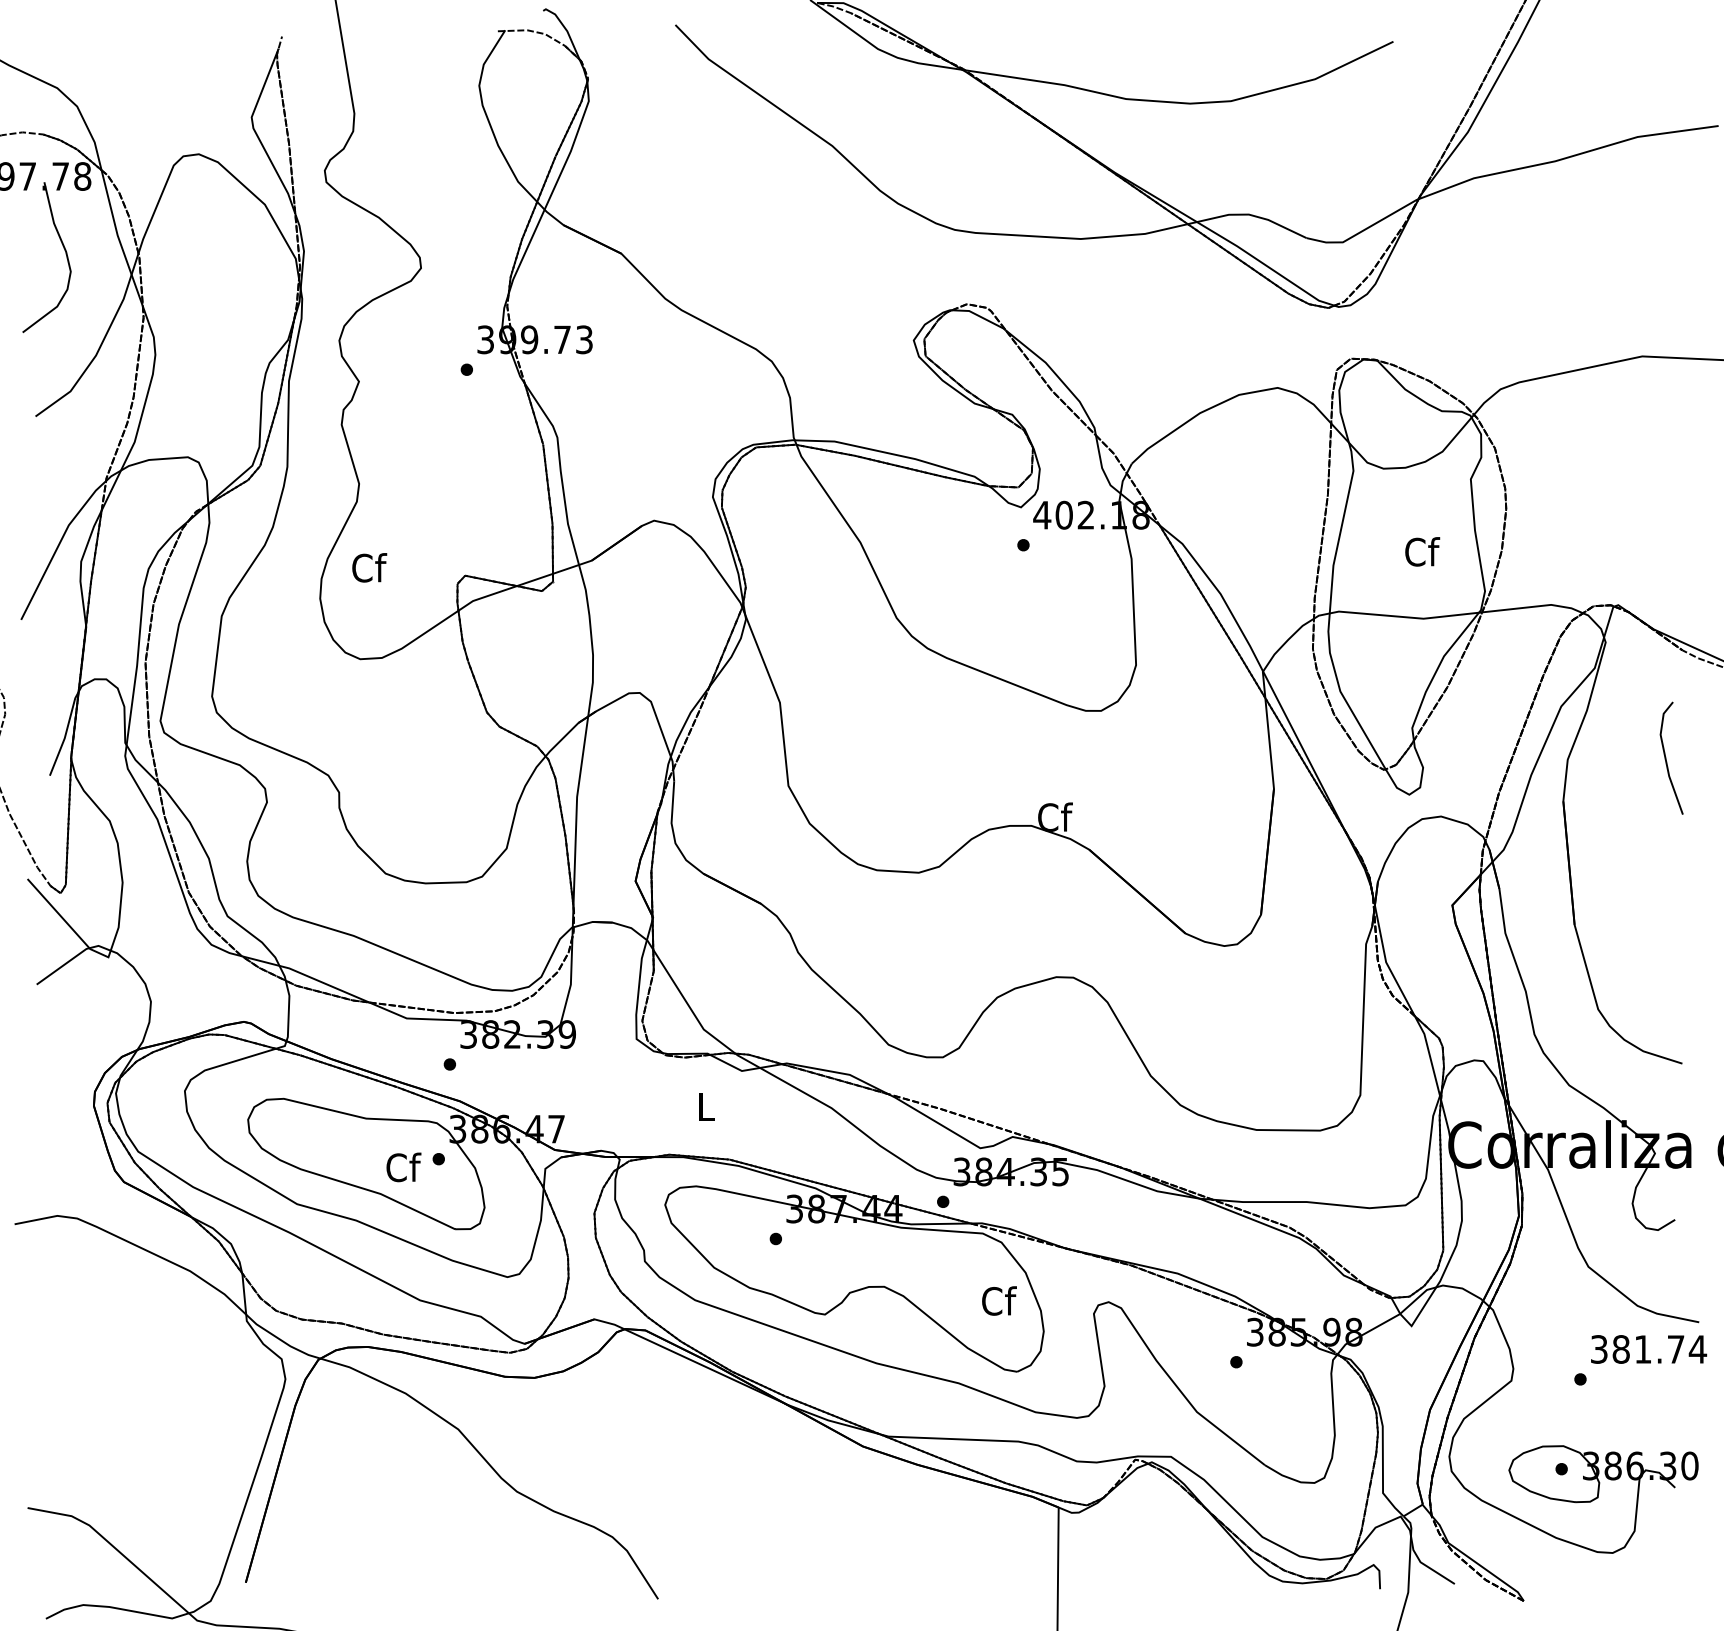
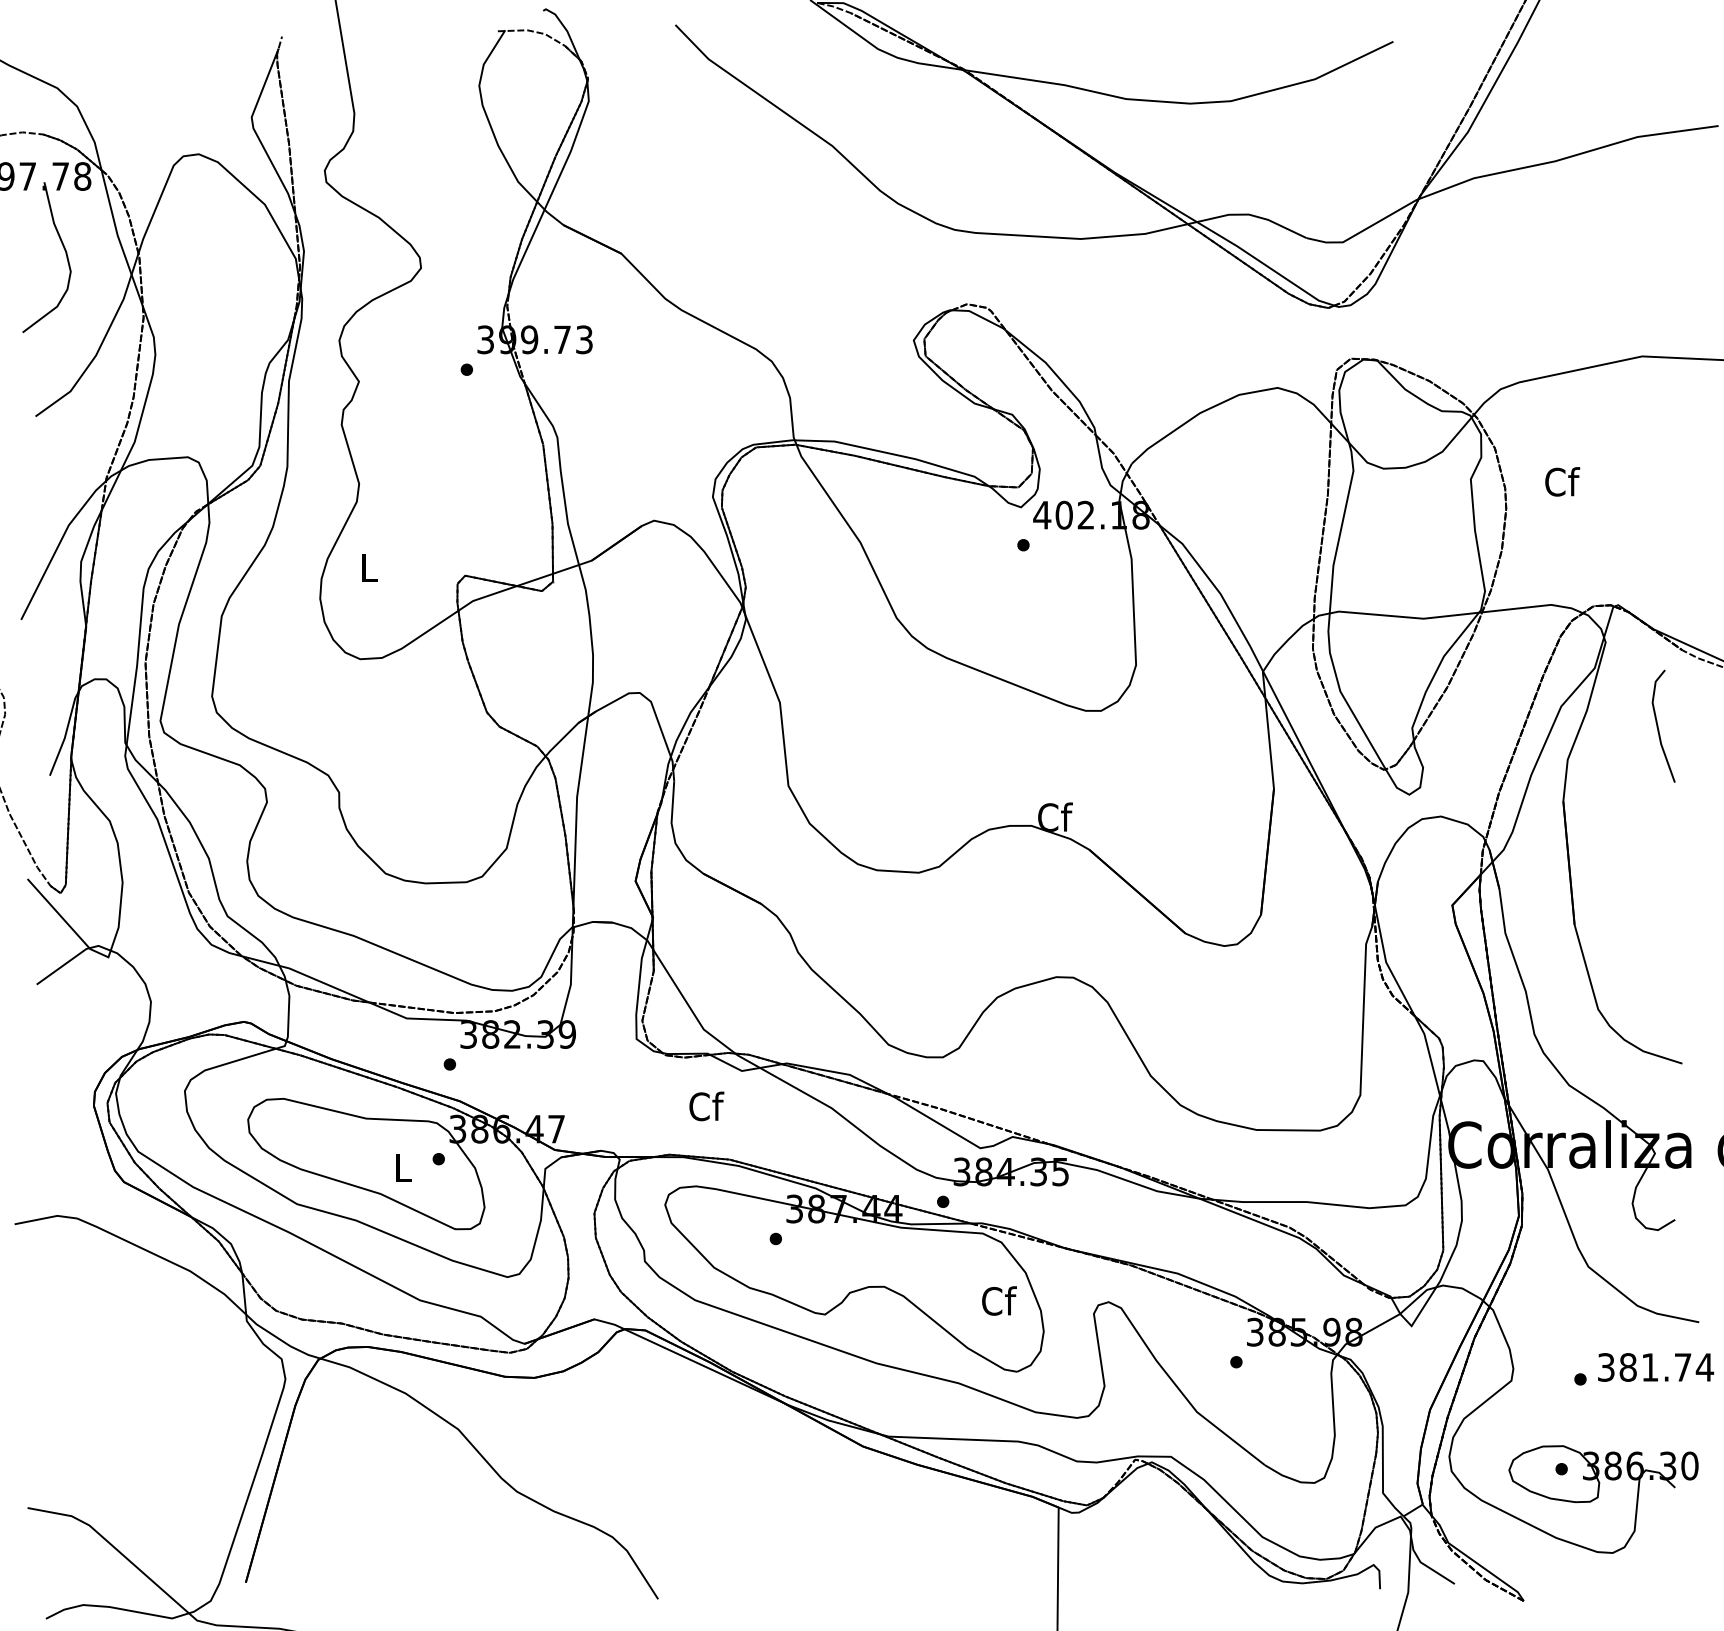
text at (1422, 551) position: (1422, 551) -> (1562, 481)
text at (369, 567): Cf -> L
line at (1666, 757) position: (1666, 757) -> (1658, 725)
text at (706, 1106): L -> Cf
text at (403, 1167): Cf -> L
text at (1649, 1349) position: (1649, 1349) -> (1656, 1367)
